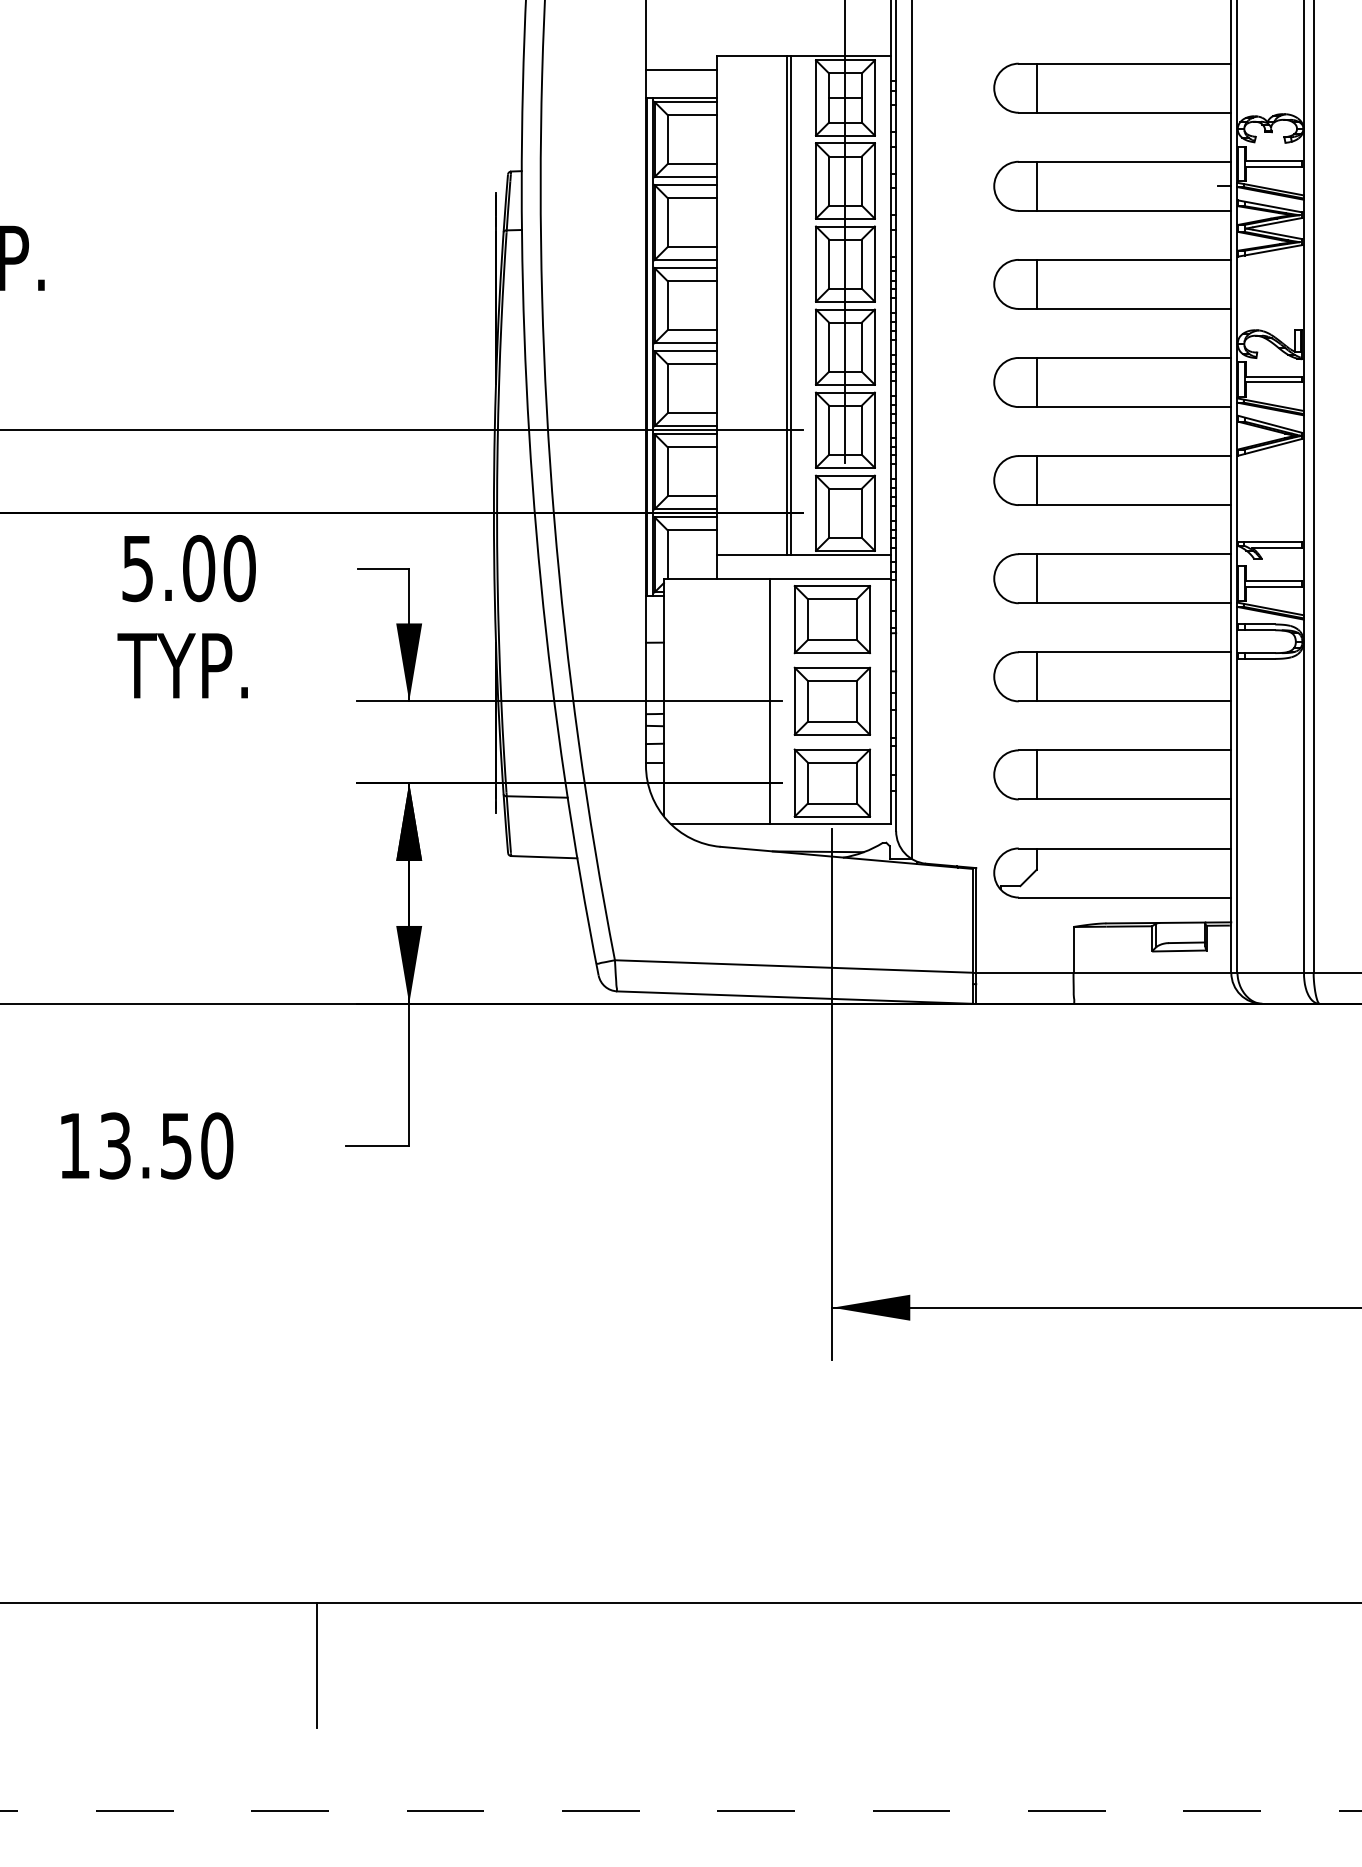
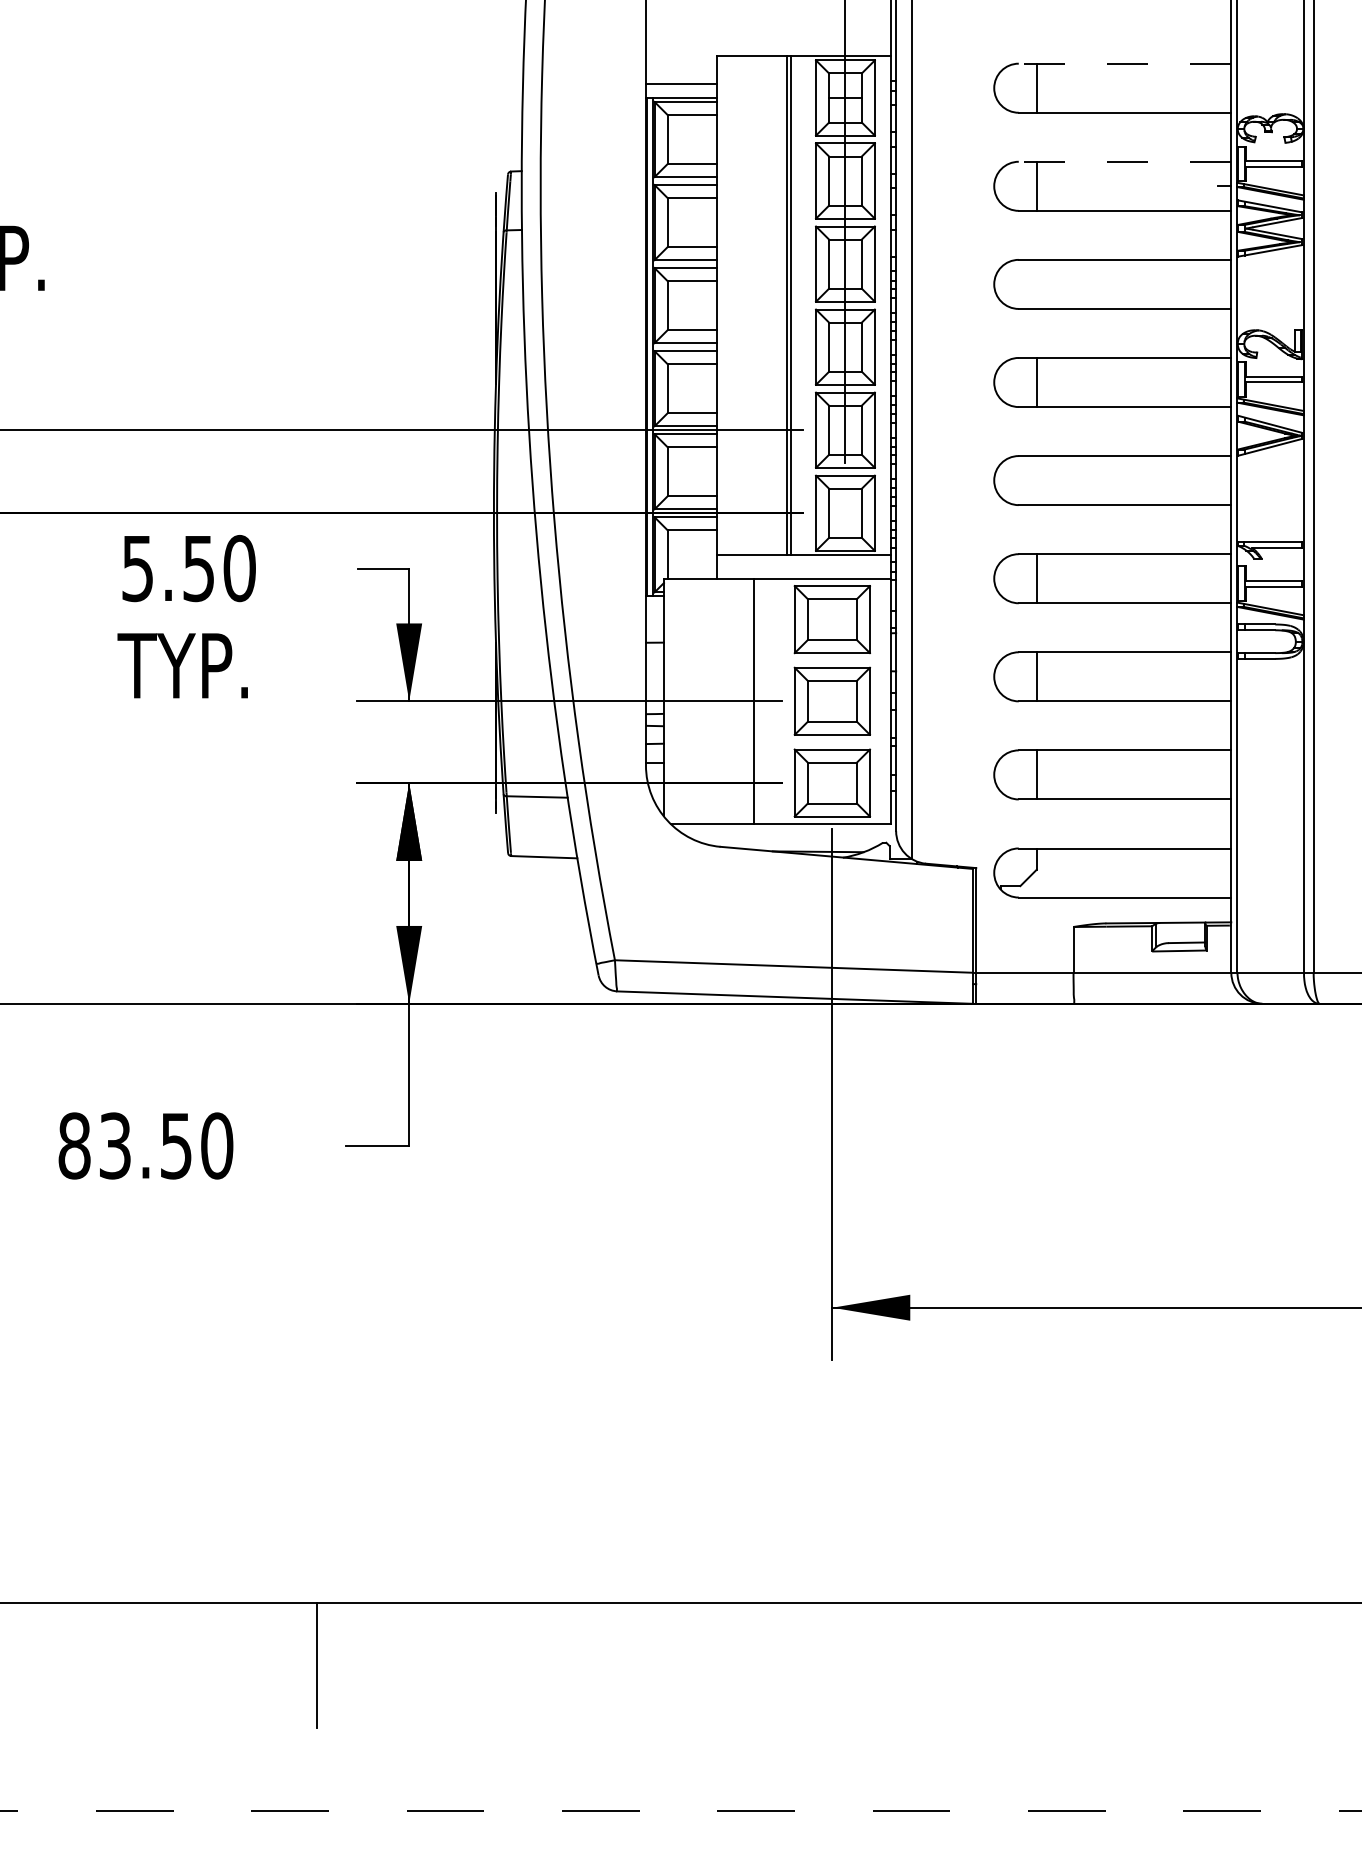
line at (1124, 63): solid -> dashed
line at (680, 70) position: (680, 70) -> (680, 84)
line at (1124, 161): solid -> dashed
line at (1036, 283): present -> none
line at (1036, 480): present -> none
text at (199, 568): 5.00 -> 5.50
line at (770, 700) position: (770, 700) -> (754, 700)
text at (74, 1145): 13.50 -> 83.50
